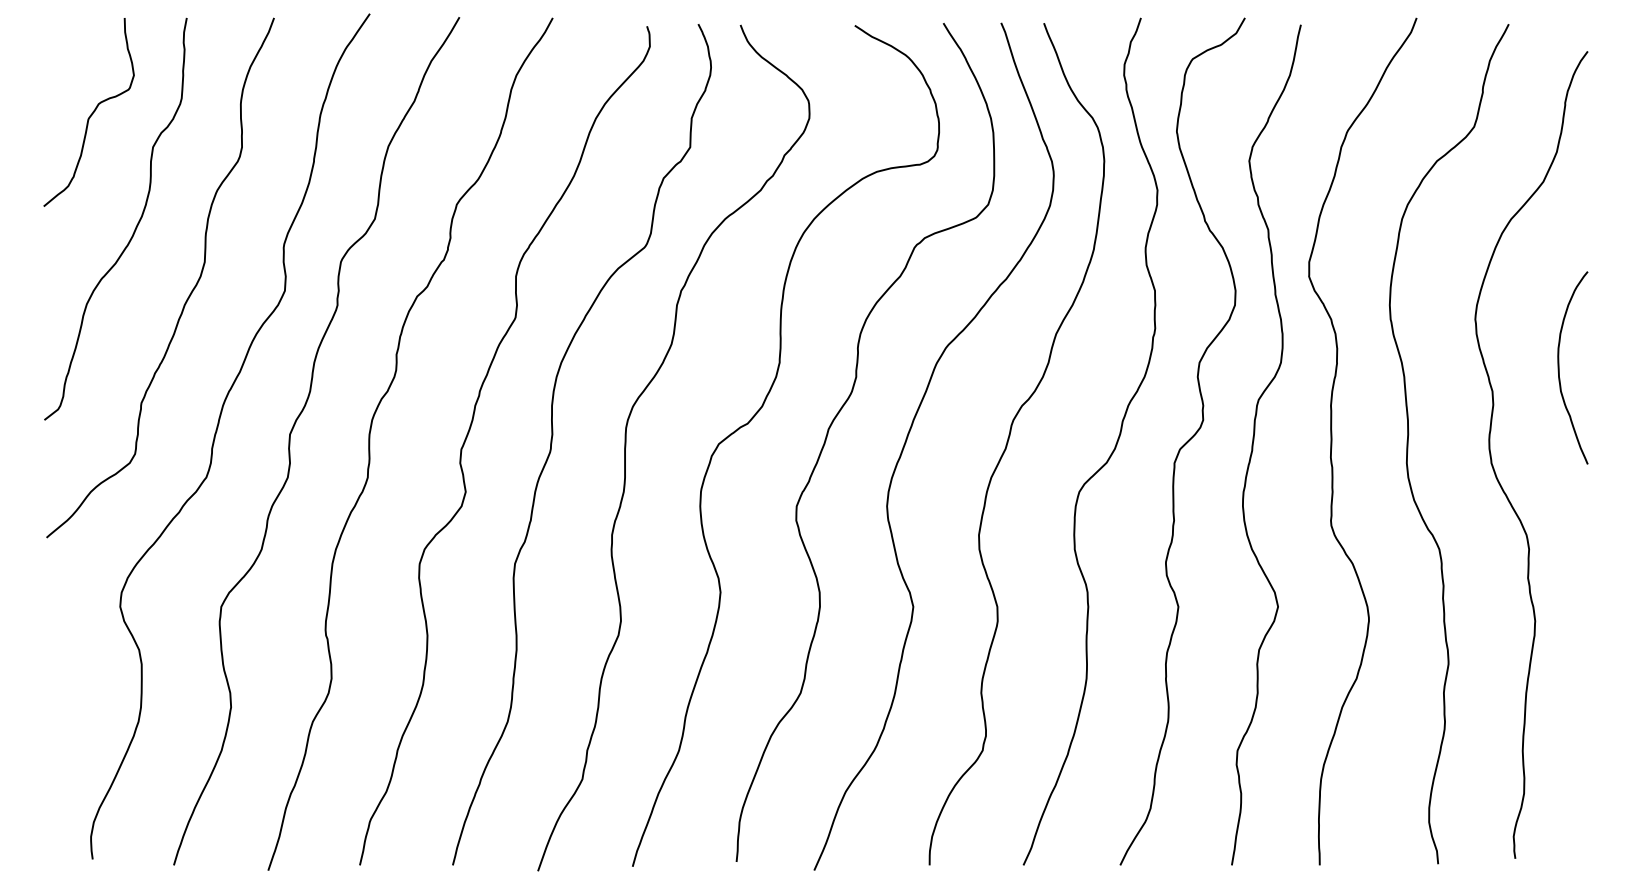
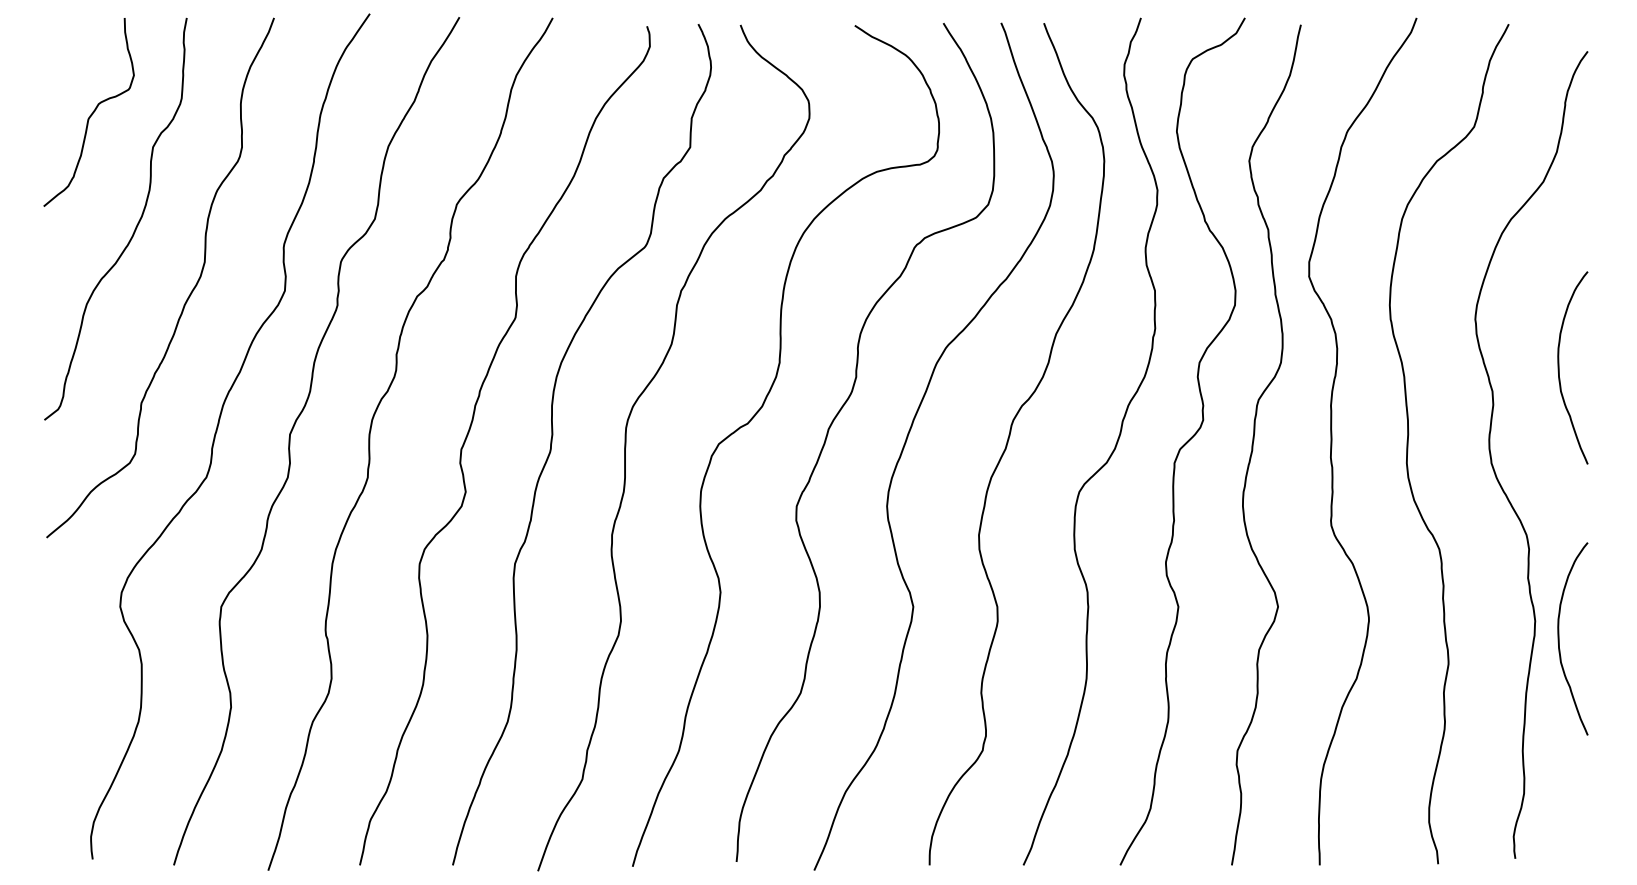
curve at (1559, 638): none -> present
